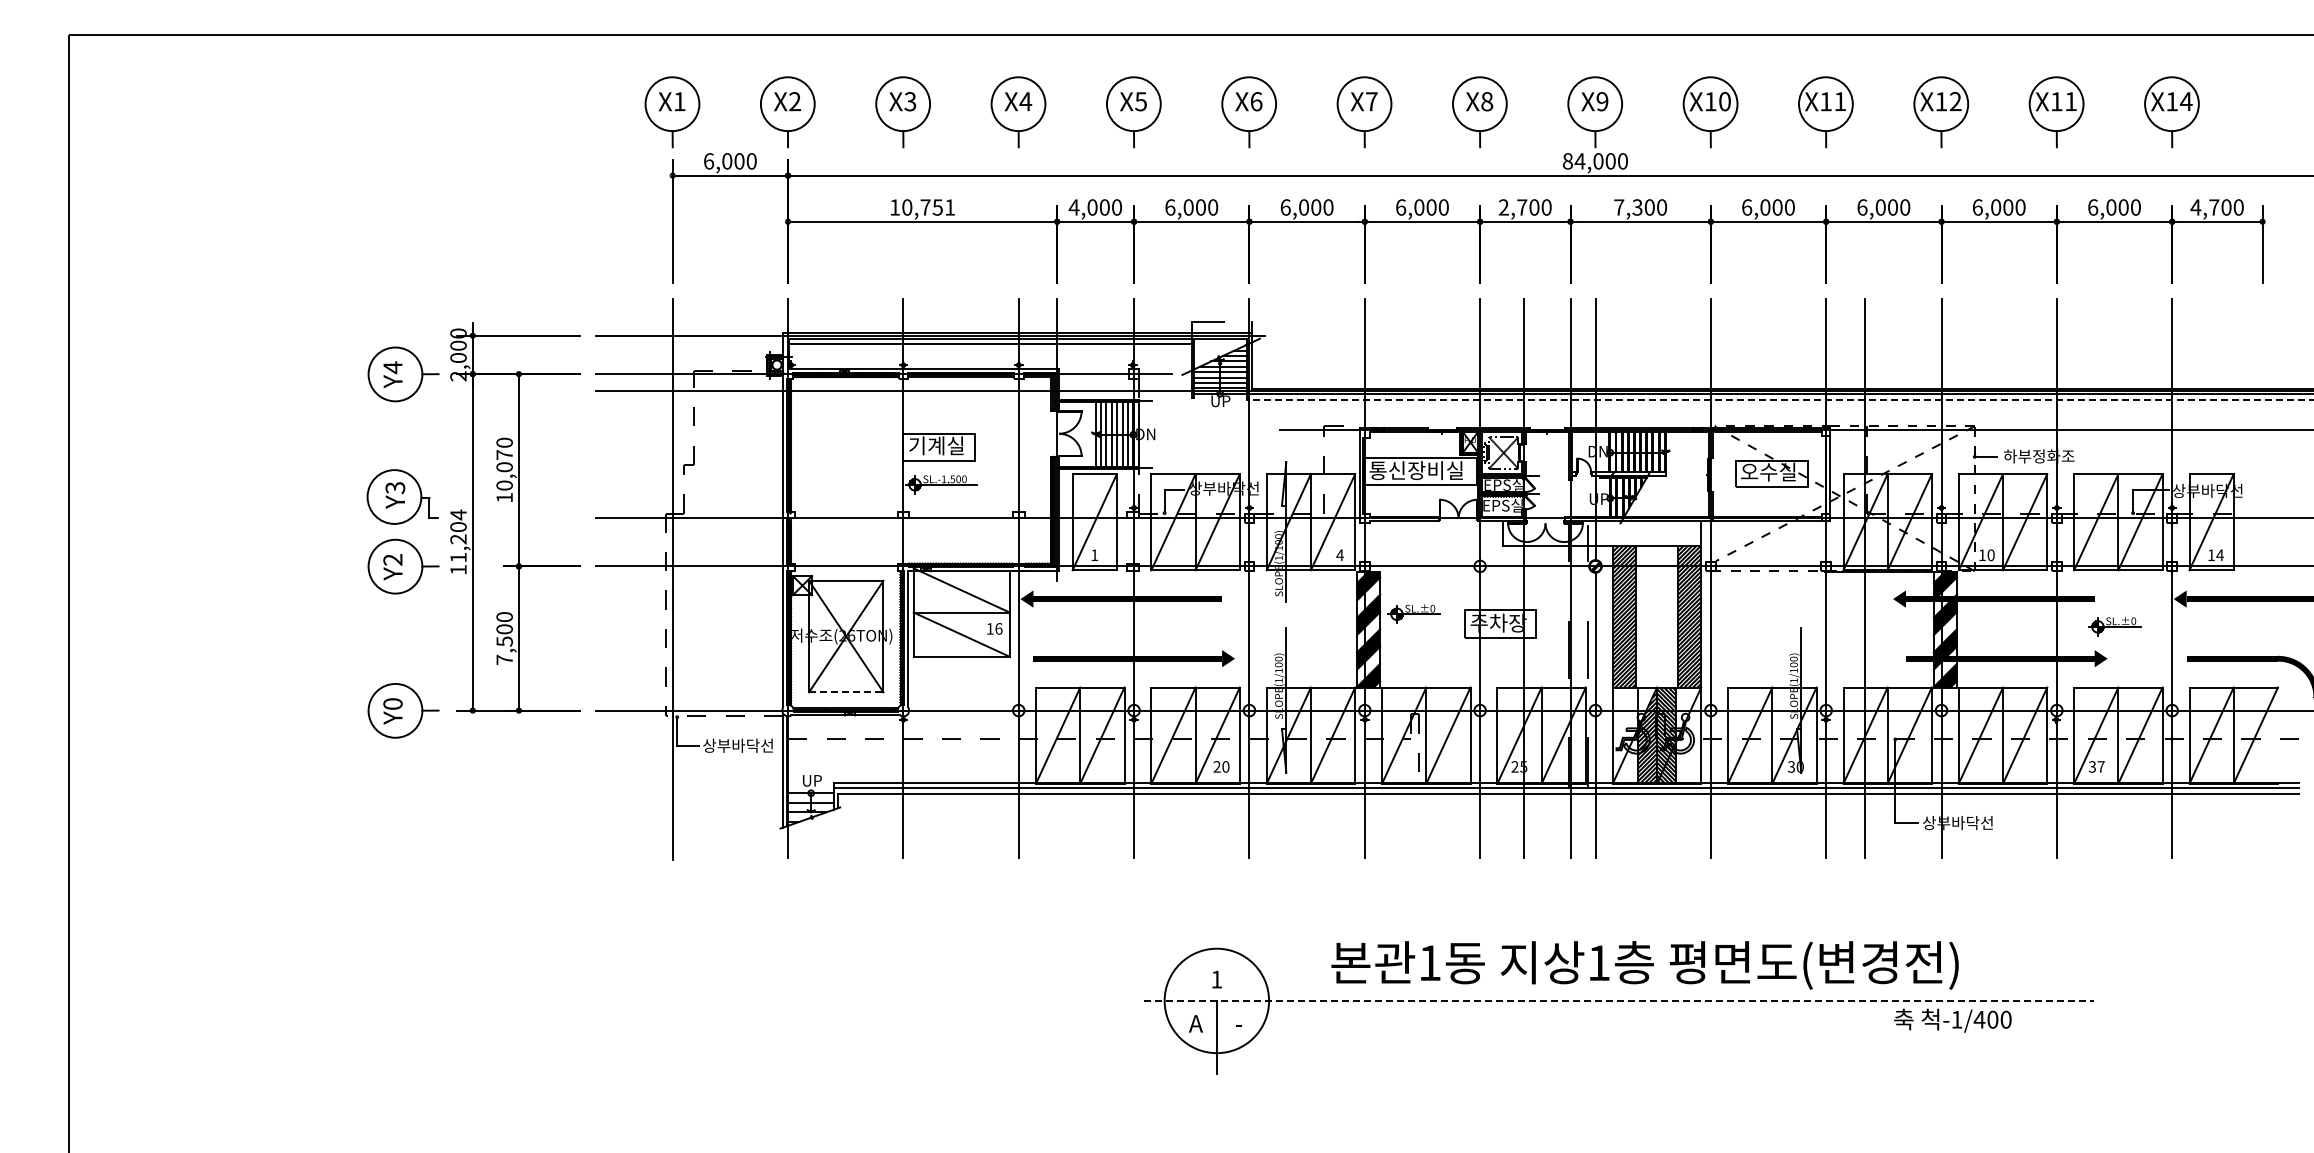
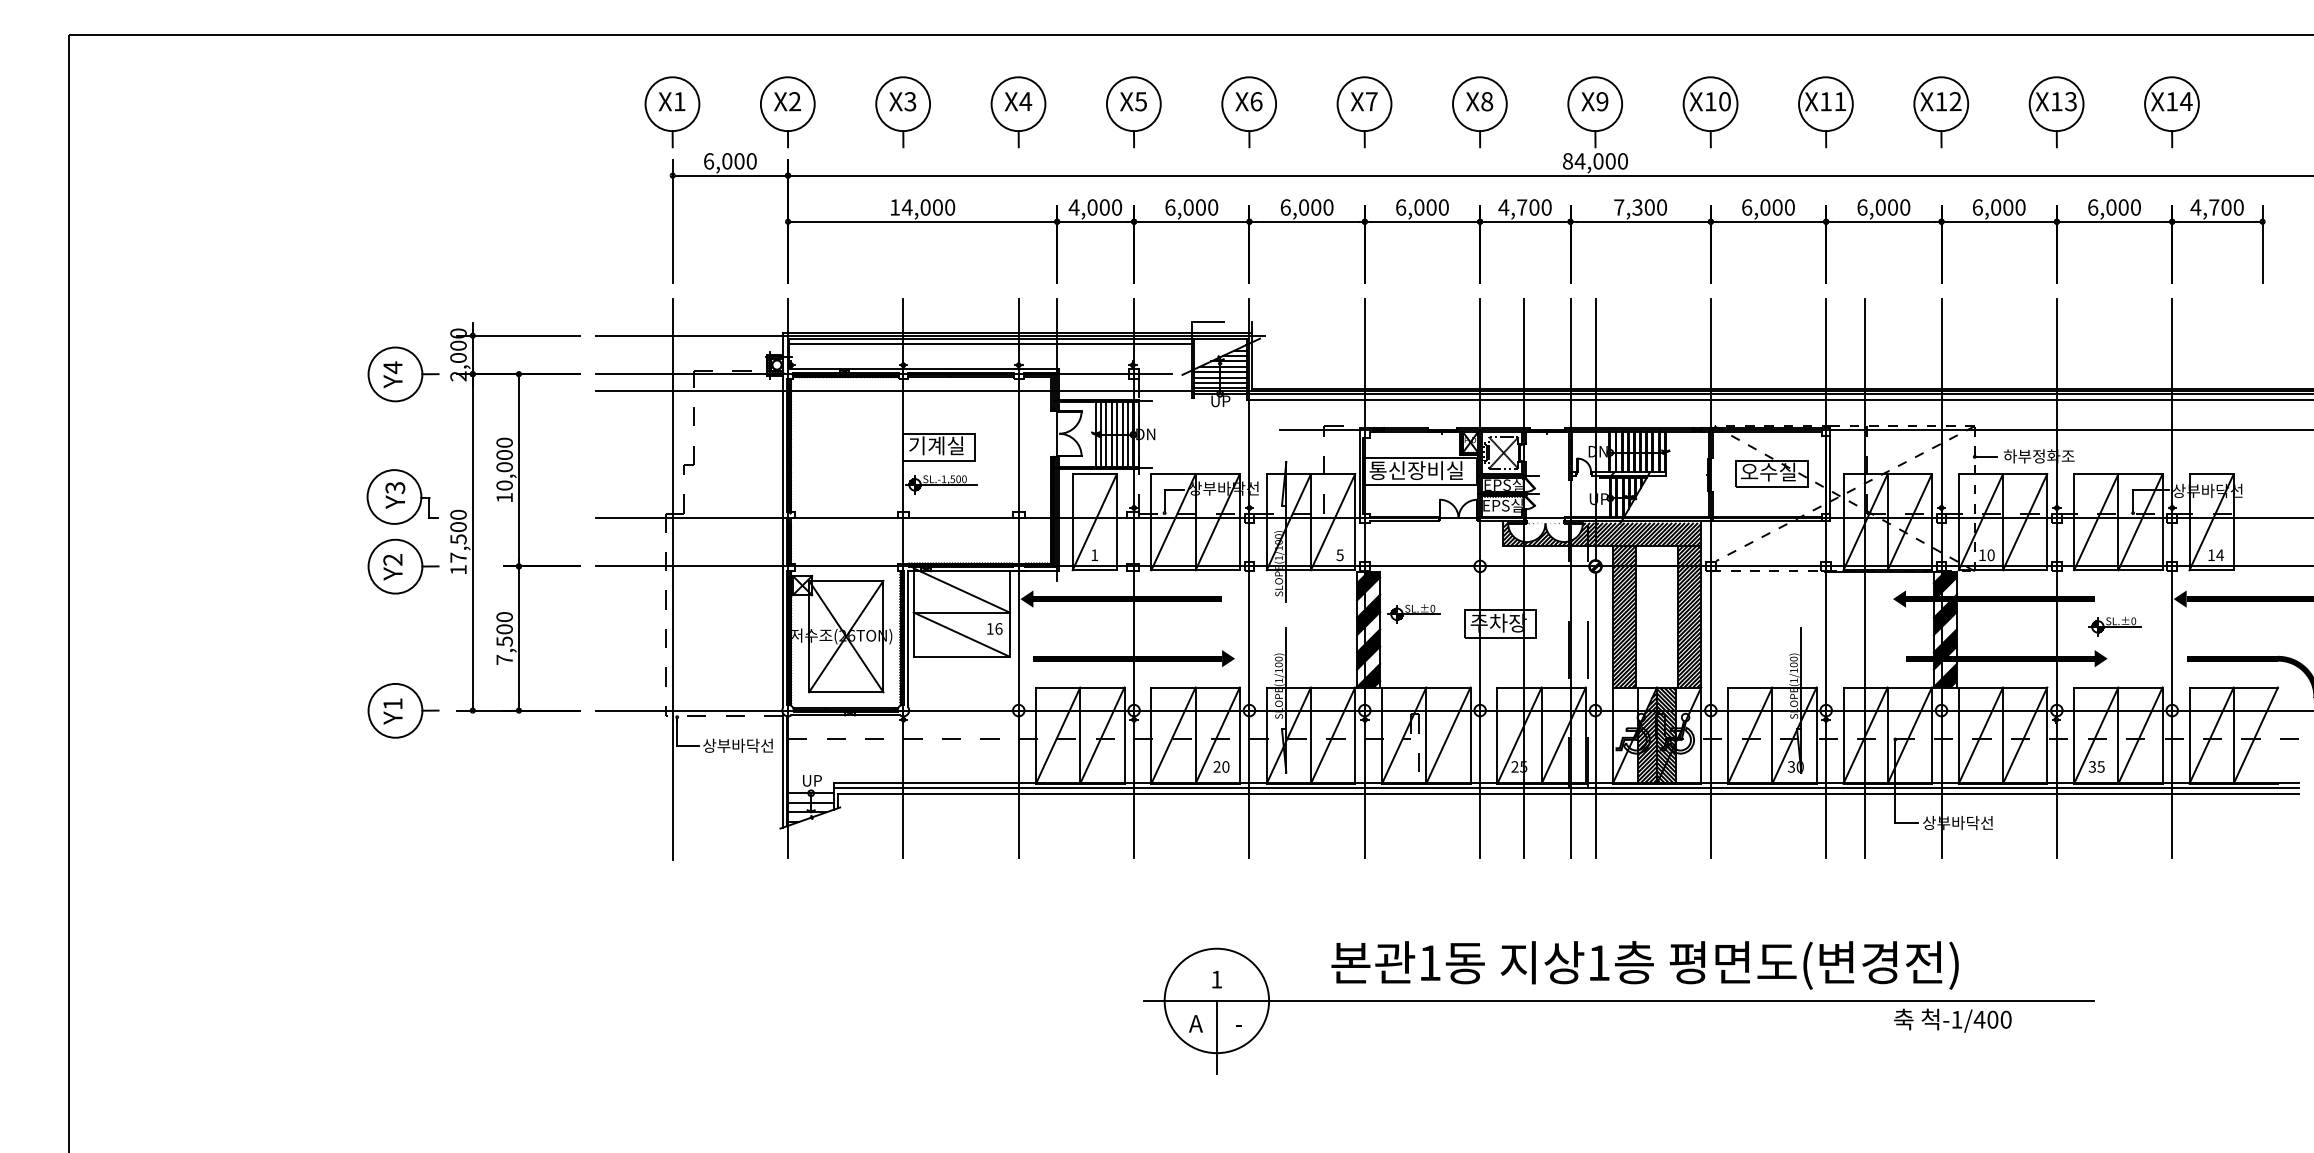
text at (2070, 101): X11 -> X13
text at (928, 207): 10,751 -> 14,000
text at (1503, 207): 2,700 -> 4,700
line at (1780, 400): dashed -> solid
text at (504, 454): 10,070 -> 10,000
hatch at (1602, 534): none -> present
text at (458, 535): 11,204 -> 17,500
text at (1339, 555): 4 -> 5
line at (846, 692): dashed -> solid
text at (392, 703): Y0 -> Y1
text at (2100, 766): 37 -> 35
line at (1618, 1000): dashed -> solid
